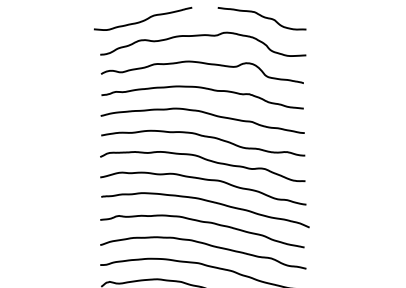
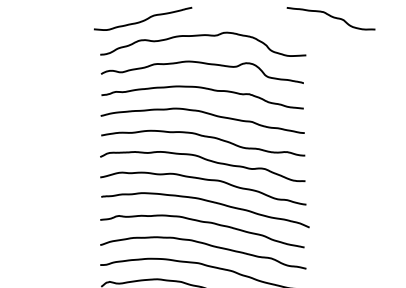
curve at (262, 17) position: (262, 17) -> (331, 17)
